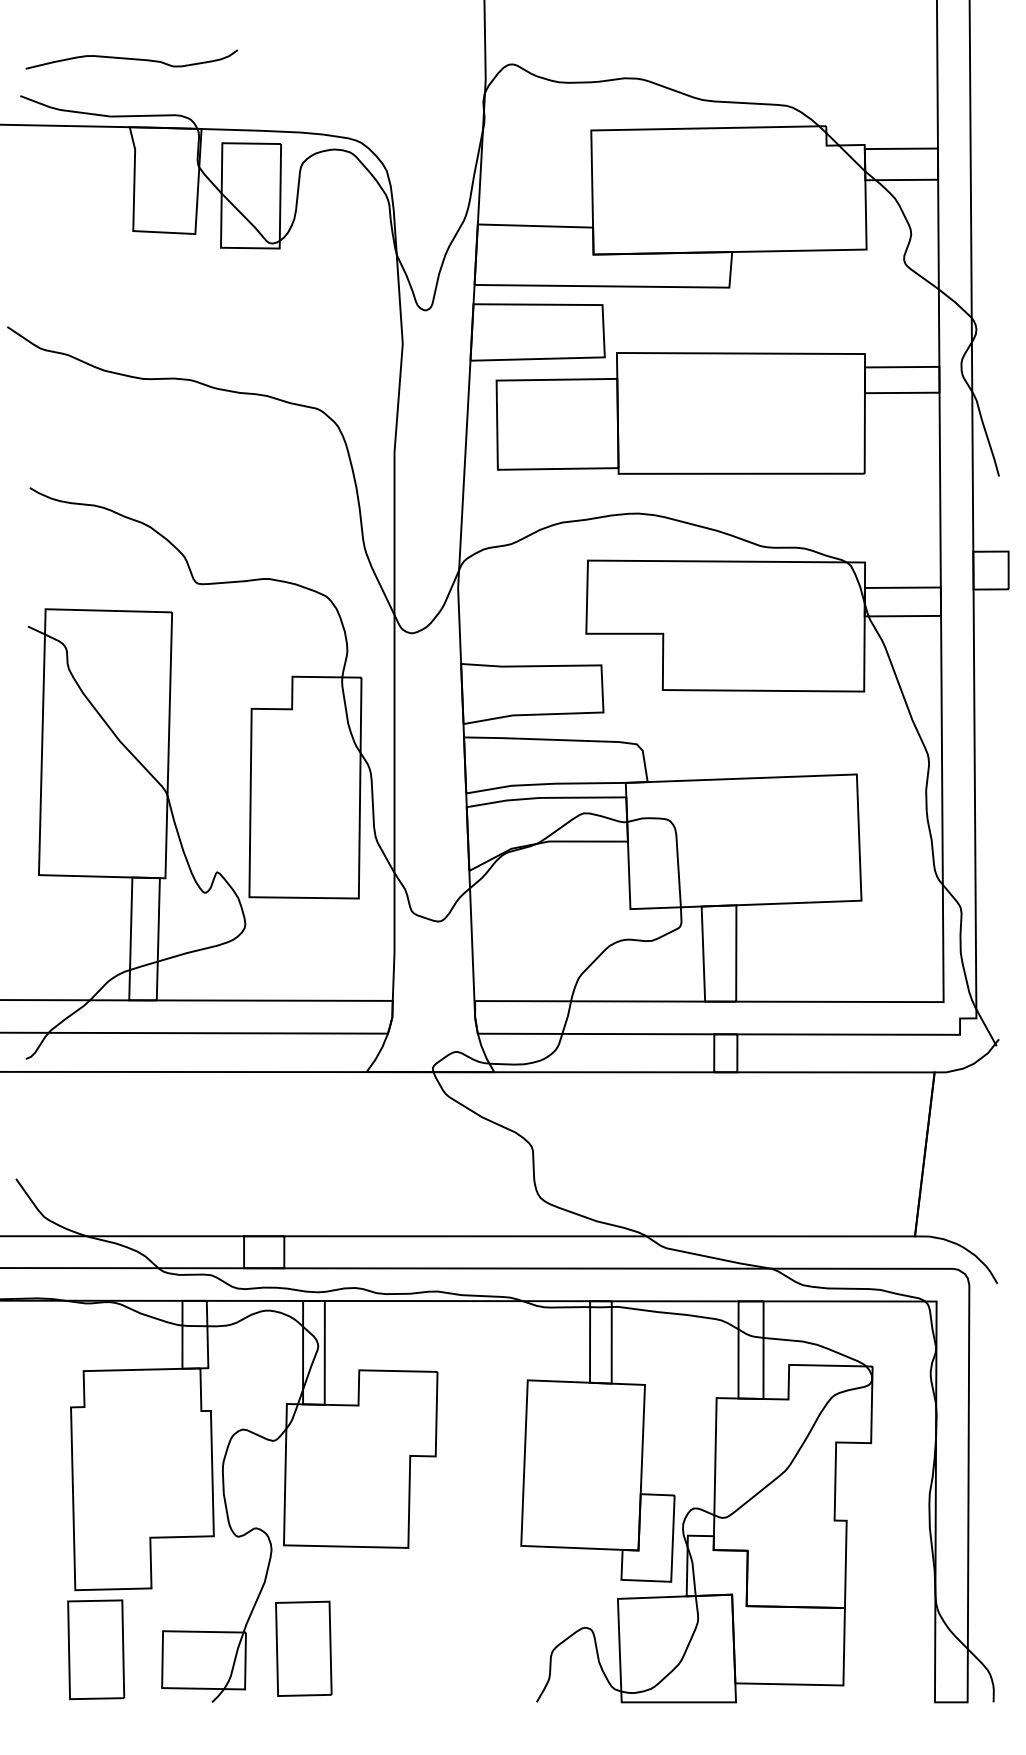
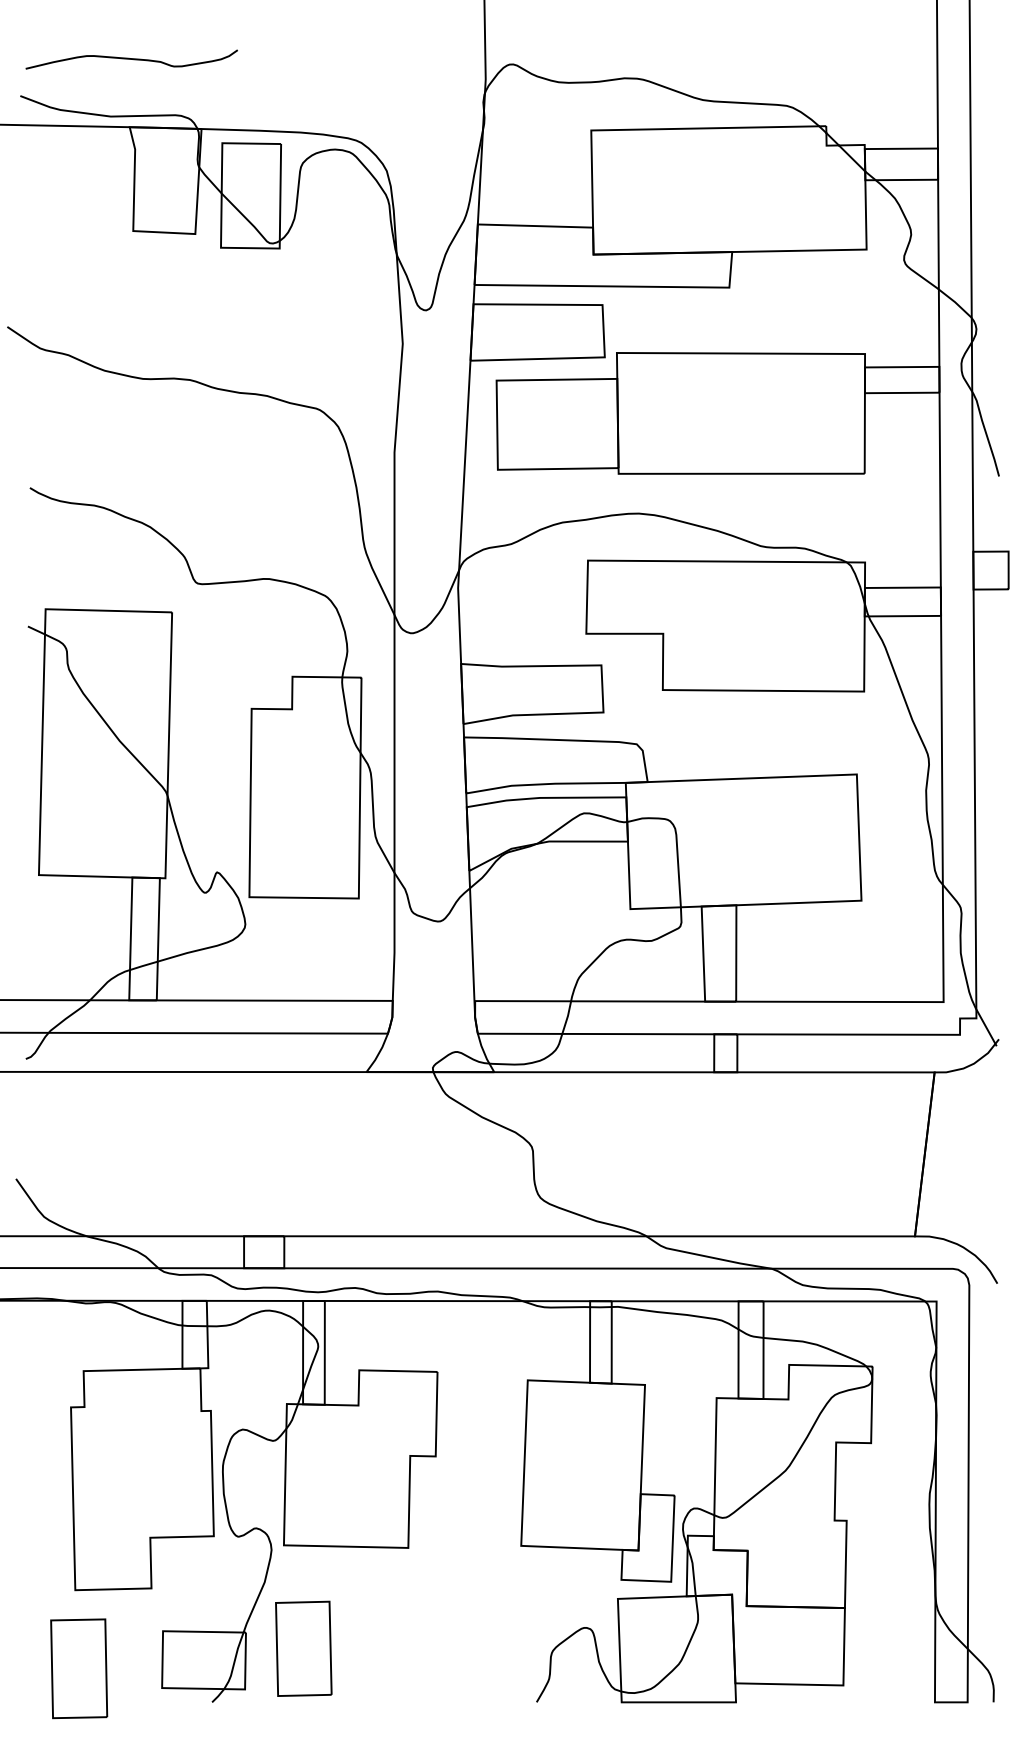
part at (96, 1649) position: (96, 1649) -> (79, 1668)
